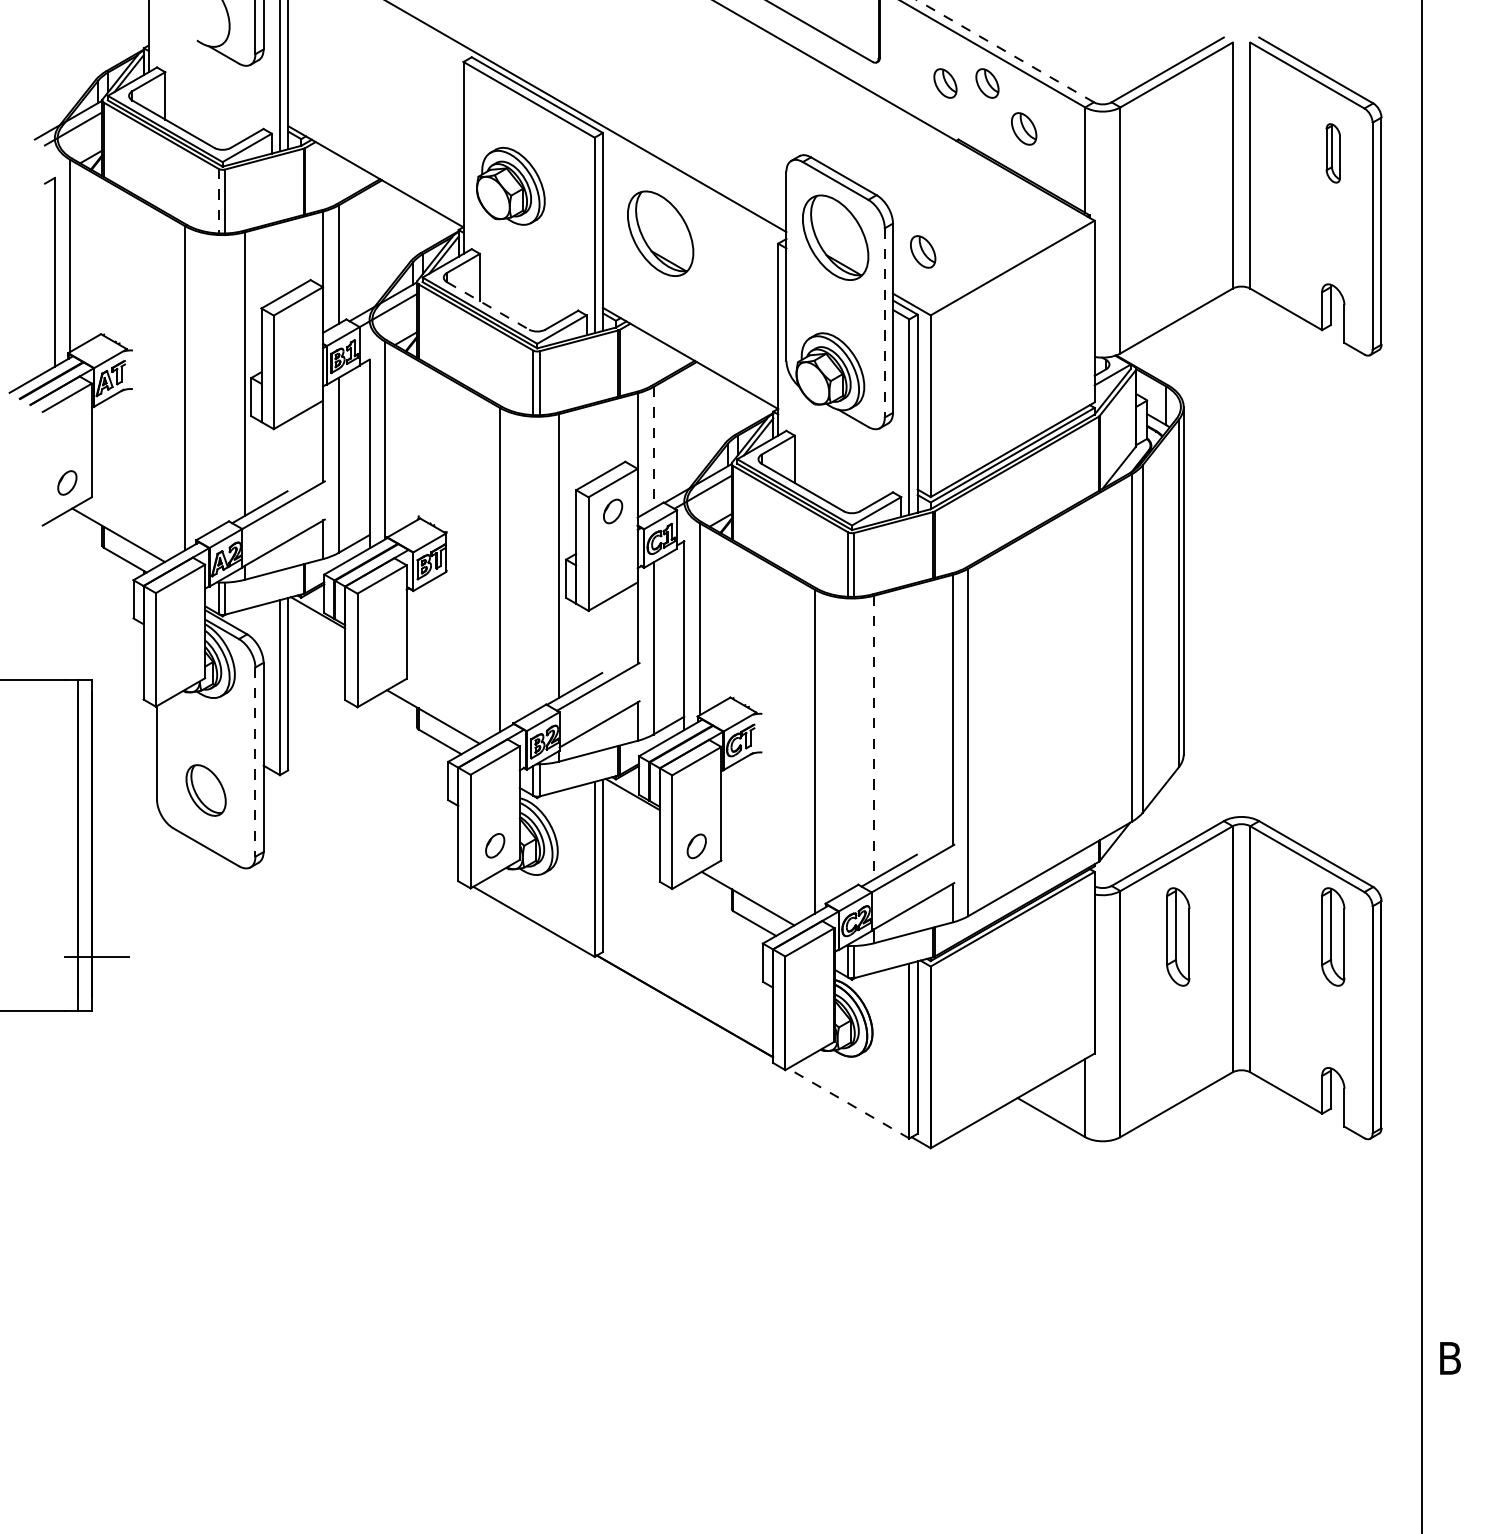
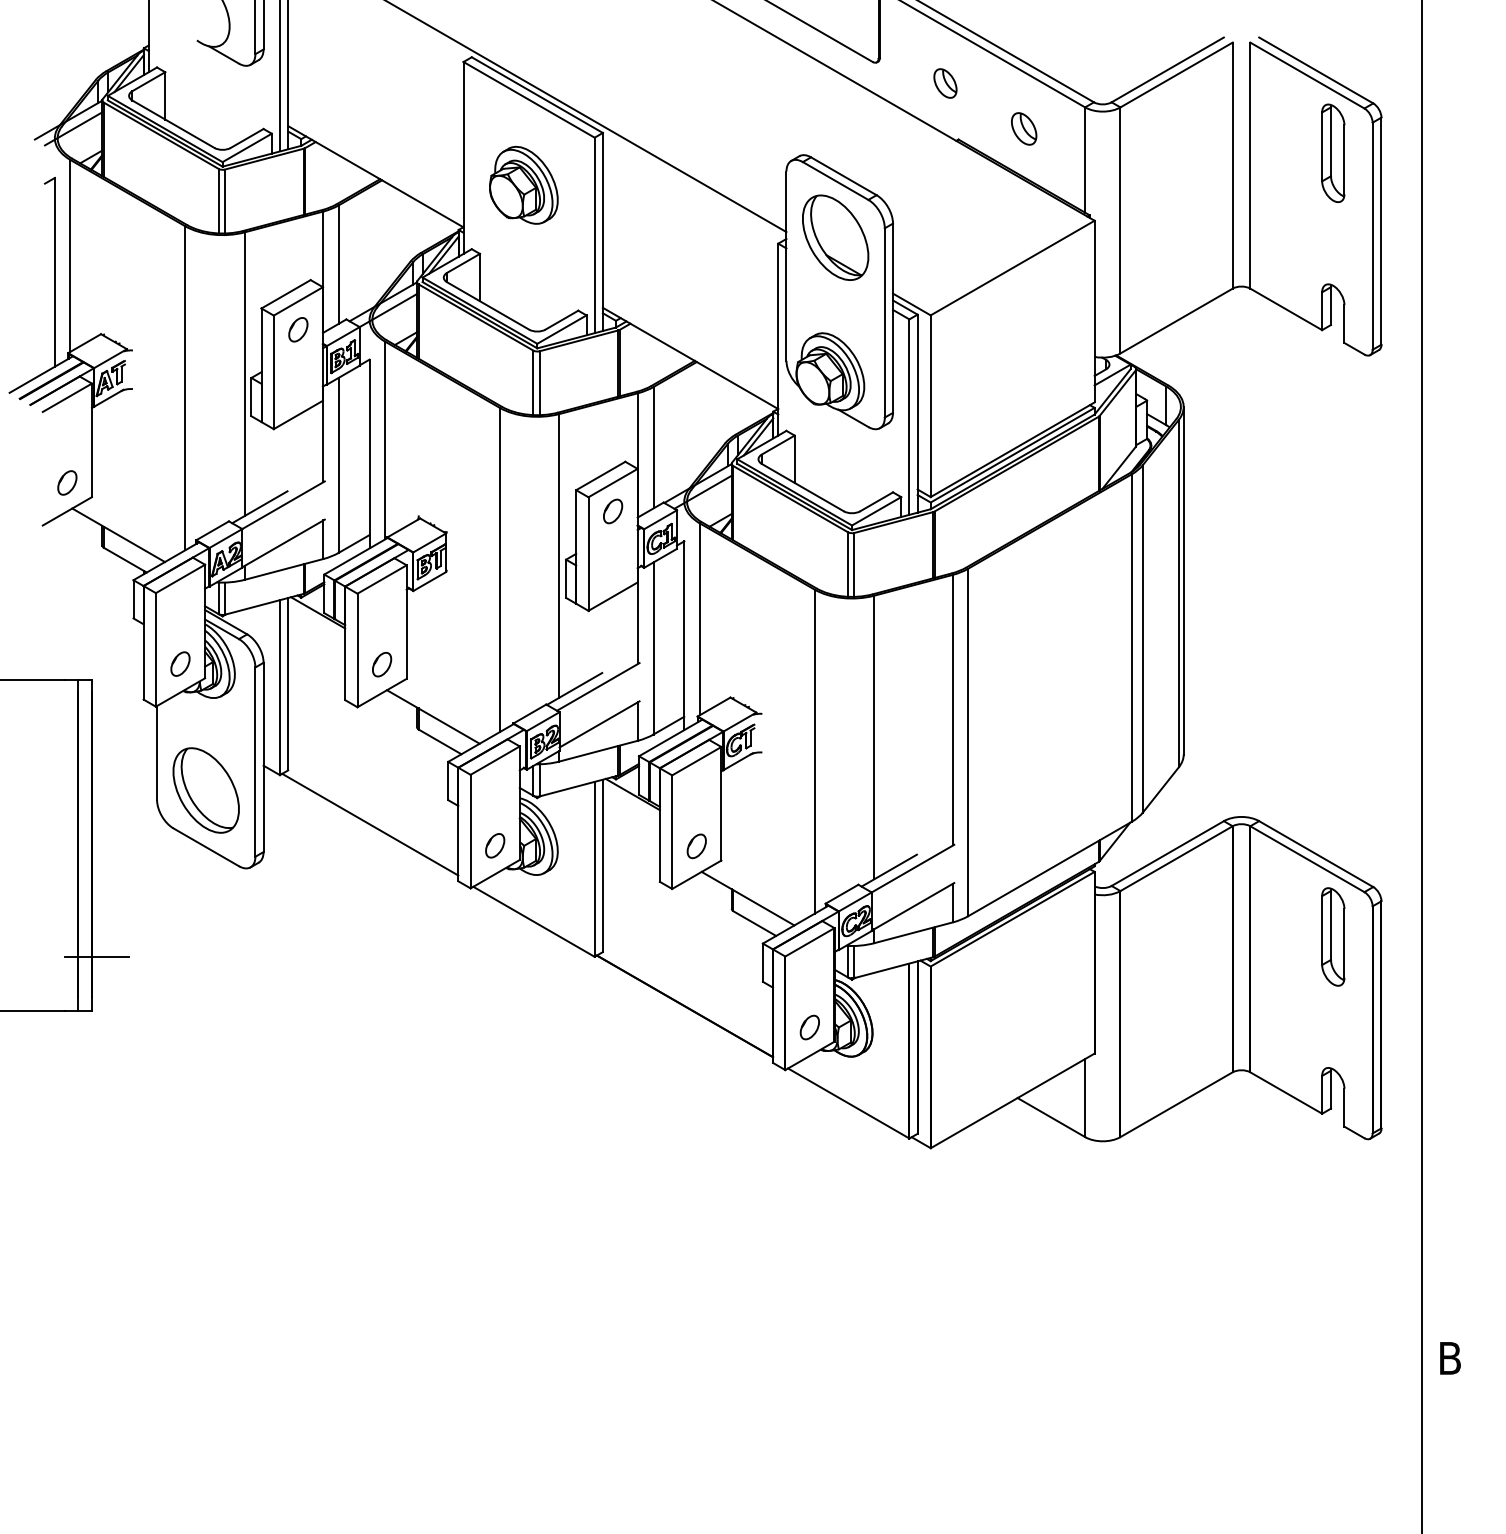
line at (1005, 51): dashed -> solid
part at (987, 83): present -> none
part at (1332, 153) size: 16x61 px -> 25x101 px
part at (510, 185) position: (510, 185) -> (523, 184)
line at (218, 201): dashed -> solid
part at (660, 233): present -> none
part at (923, 251): present -> none
line at (488, 306): dashed -> solid
line at (884, 322): dashed -> solid
part at (298, 329): none -> present
line at (653, 447): dashed -> solid
part at (180, 663): none -> present
part at (382, 664): none -> present
line at (874, 737): dashed -> solid
line at (255, 762): dashed -> solid
part at (205, 790) size: 42x53 px -> 68x87 px
line at (370, 824): none -> present
part at (1178, 936): present -> none
part at (809, 1027): none -> present
line at (848, 1103): dashed -> solid
